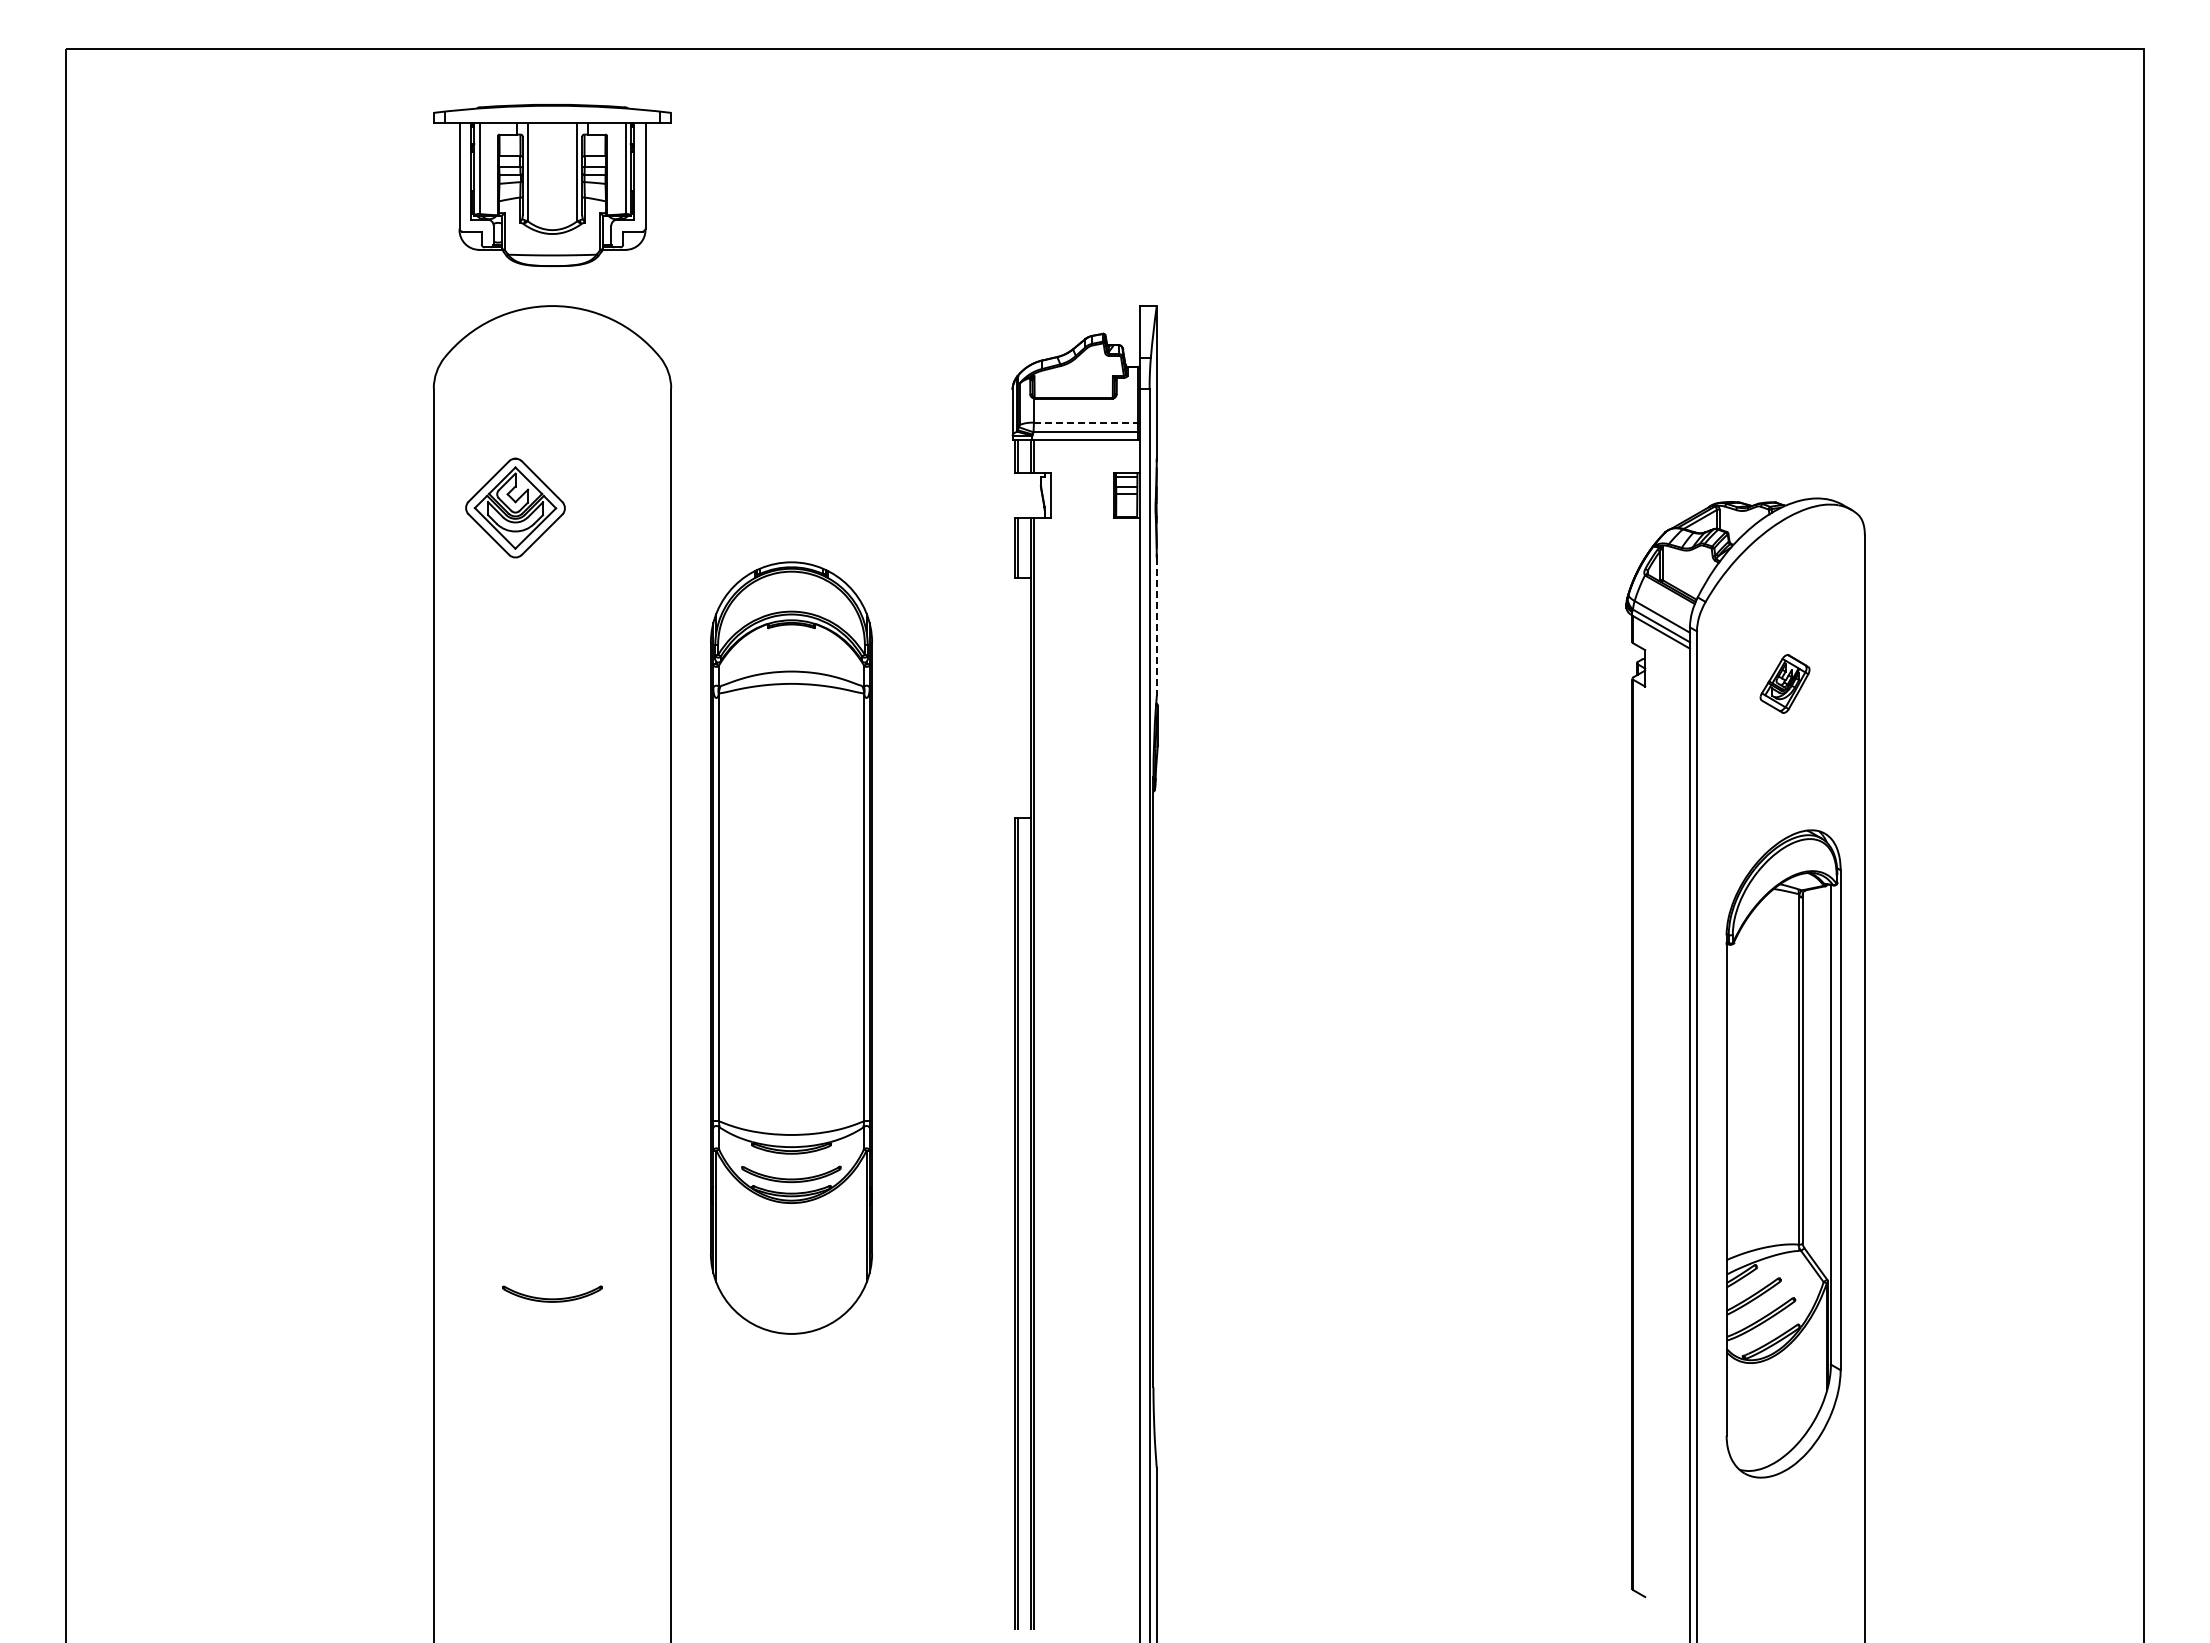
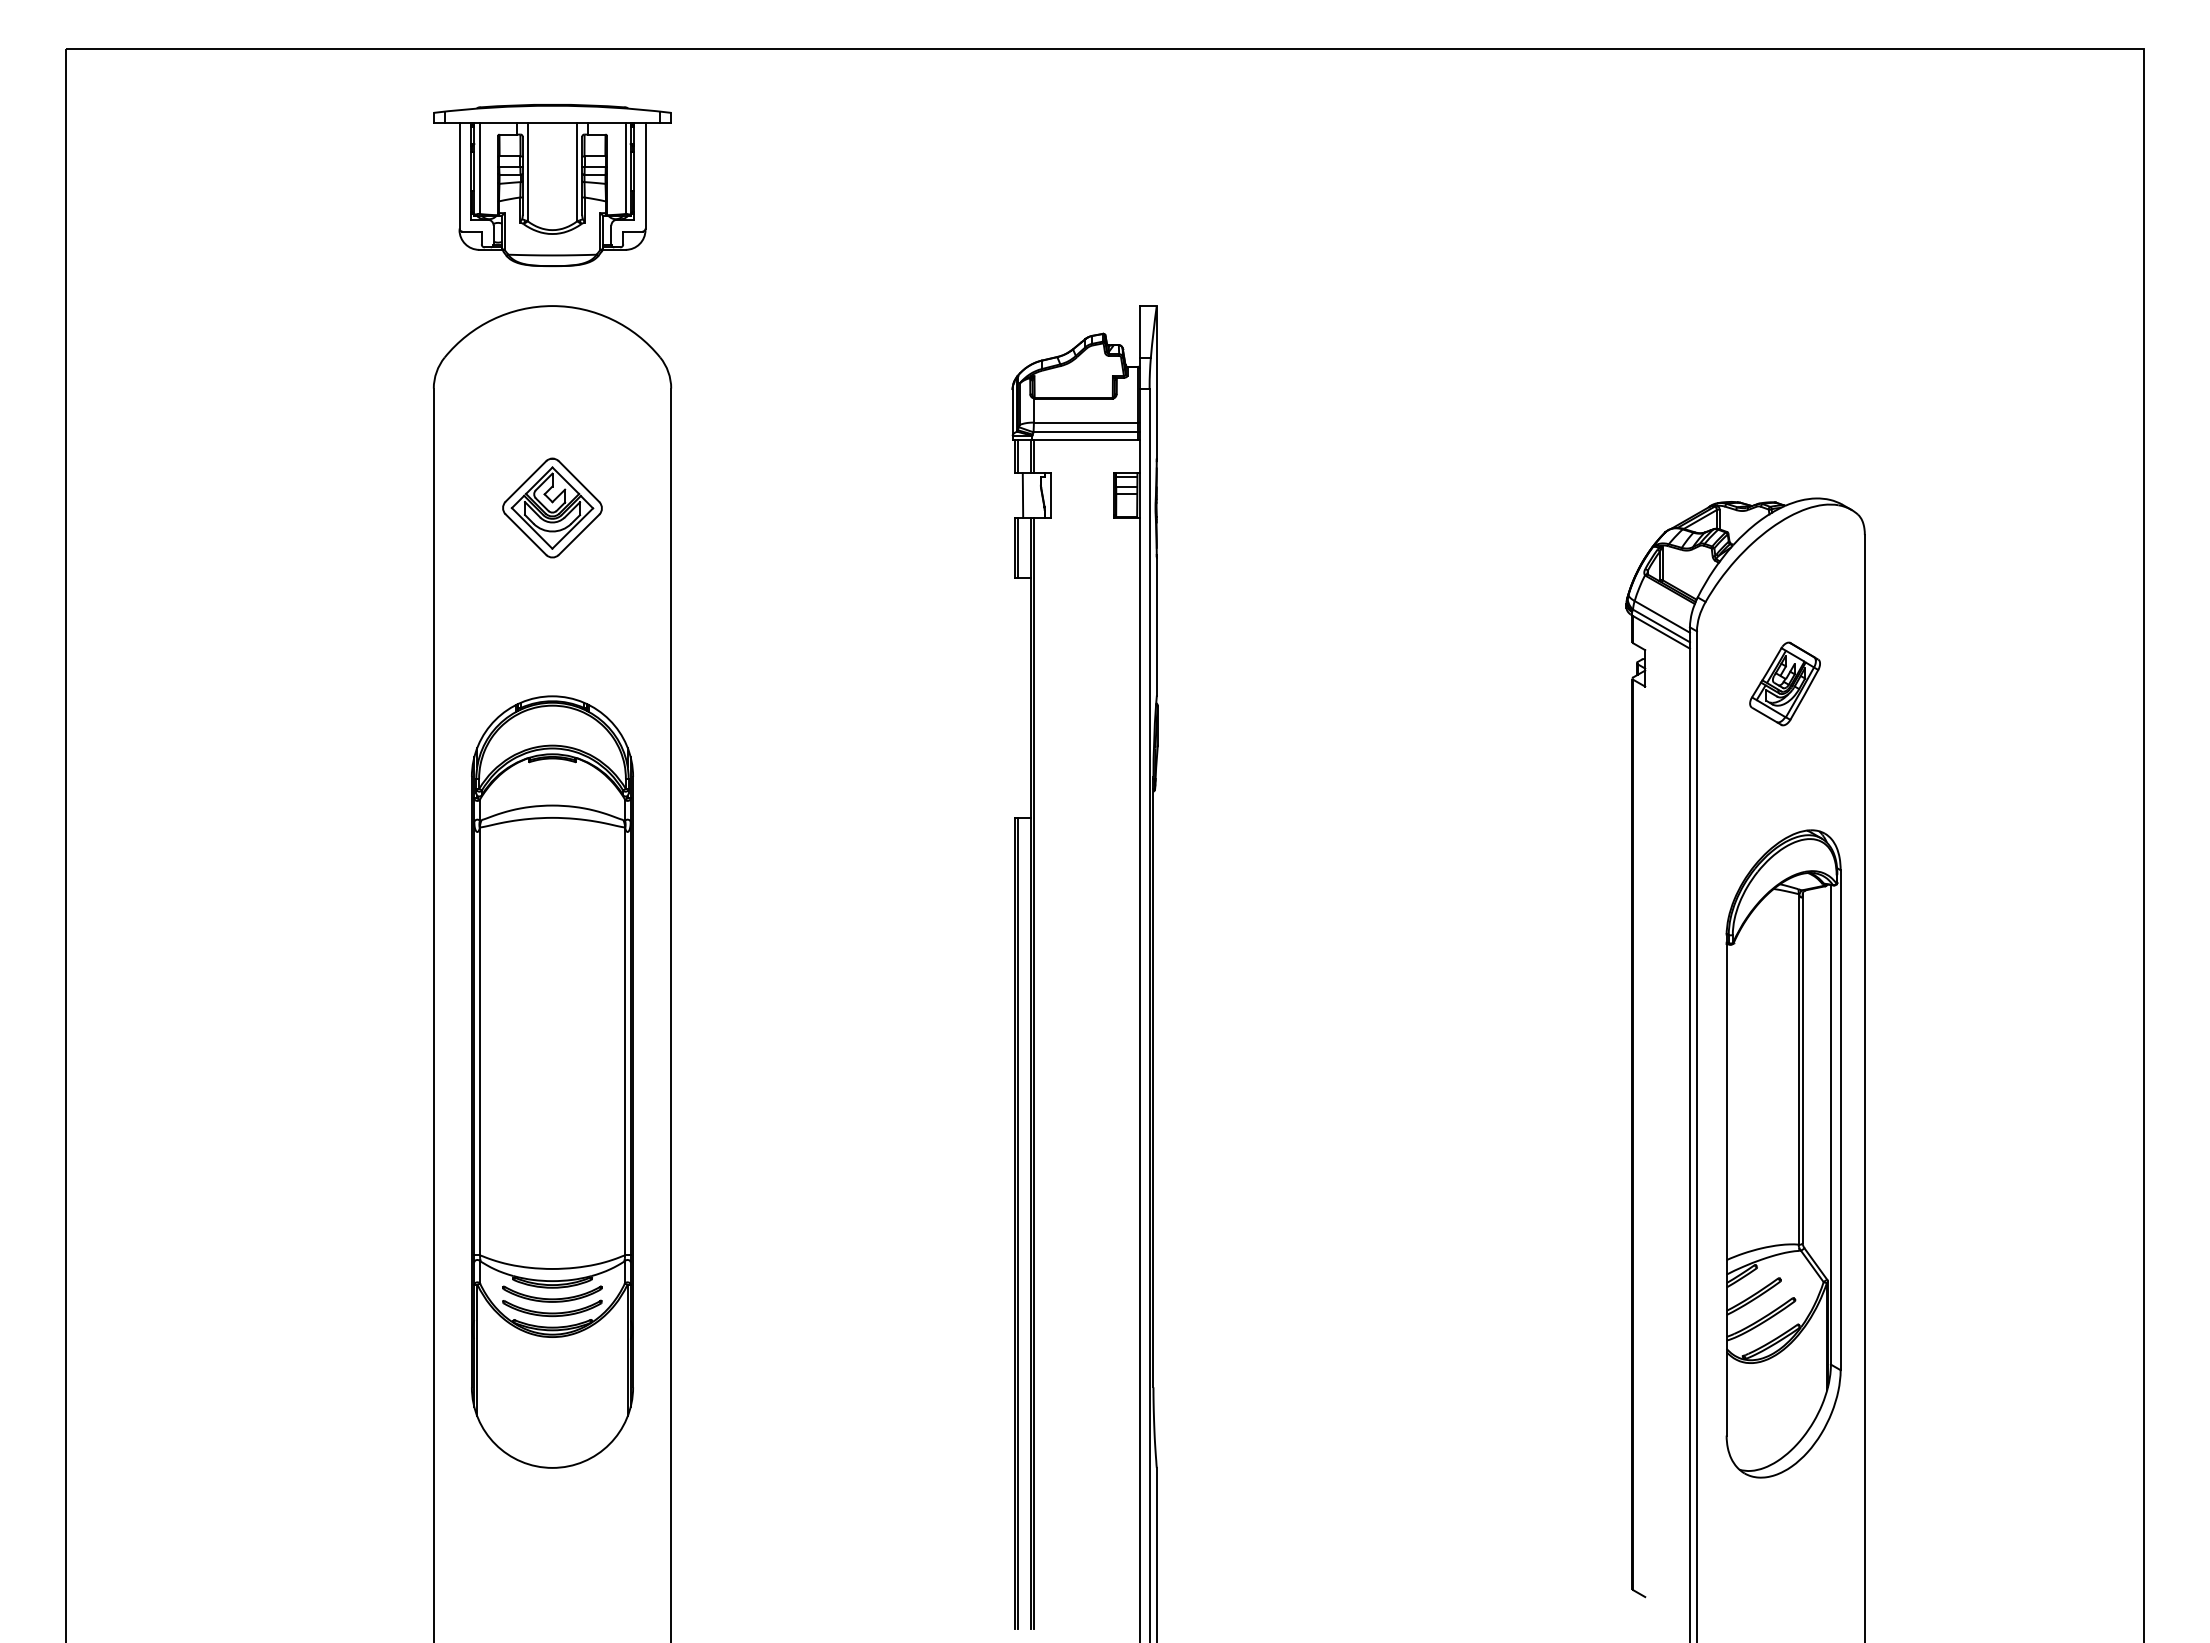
line at (1085, 422): dashed -> solid
line at (1022, 495): none -> present
part at (515, 507) position: (515, 507) -> (552, 507)
line at (1156, 627): dashed -> solid
part at (1784, 683) size: 52x60 px -> 72x86 px
part at (791, 947) position: (791, 947) -> (552, 1081)
